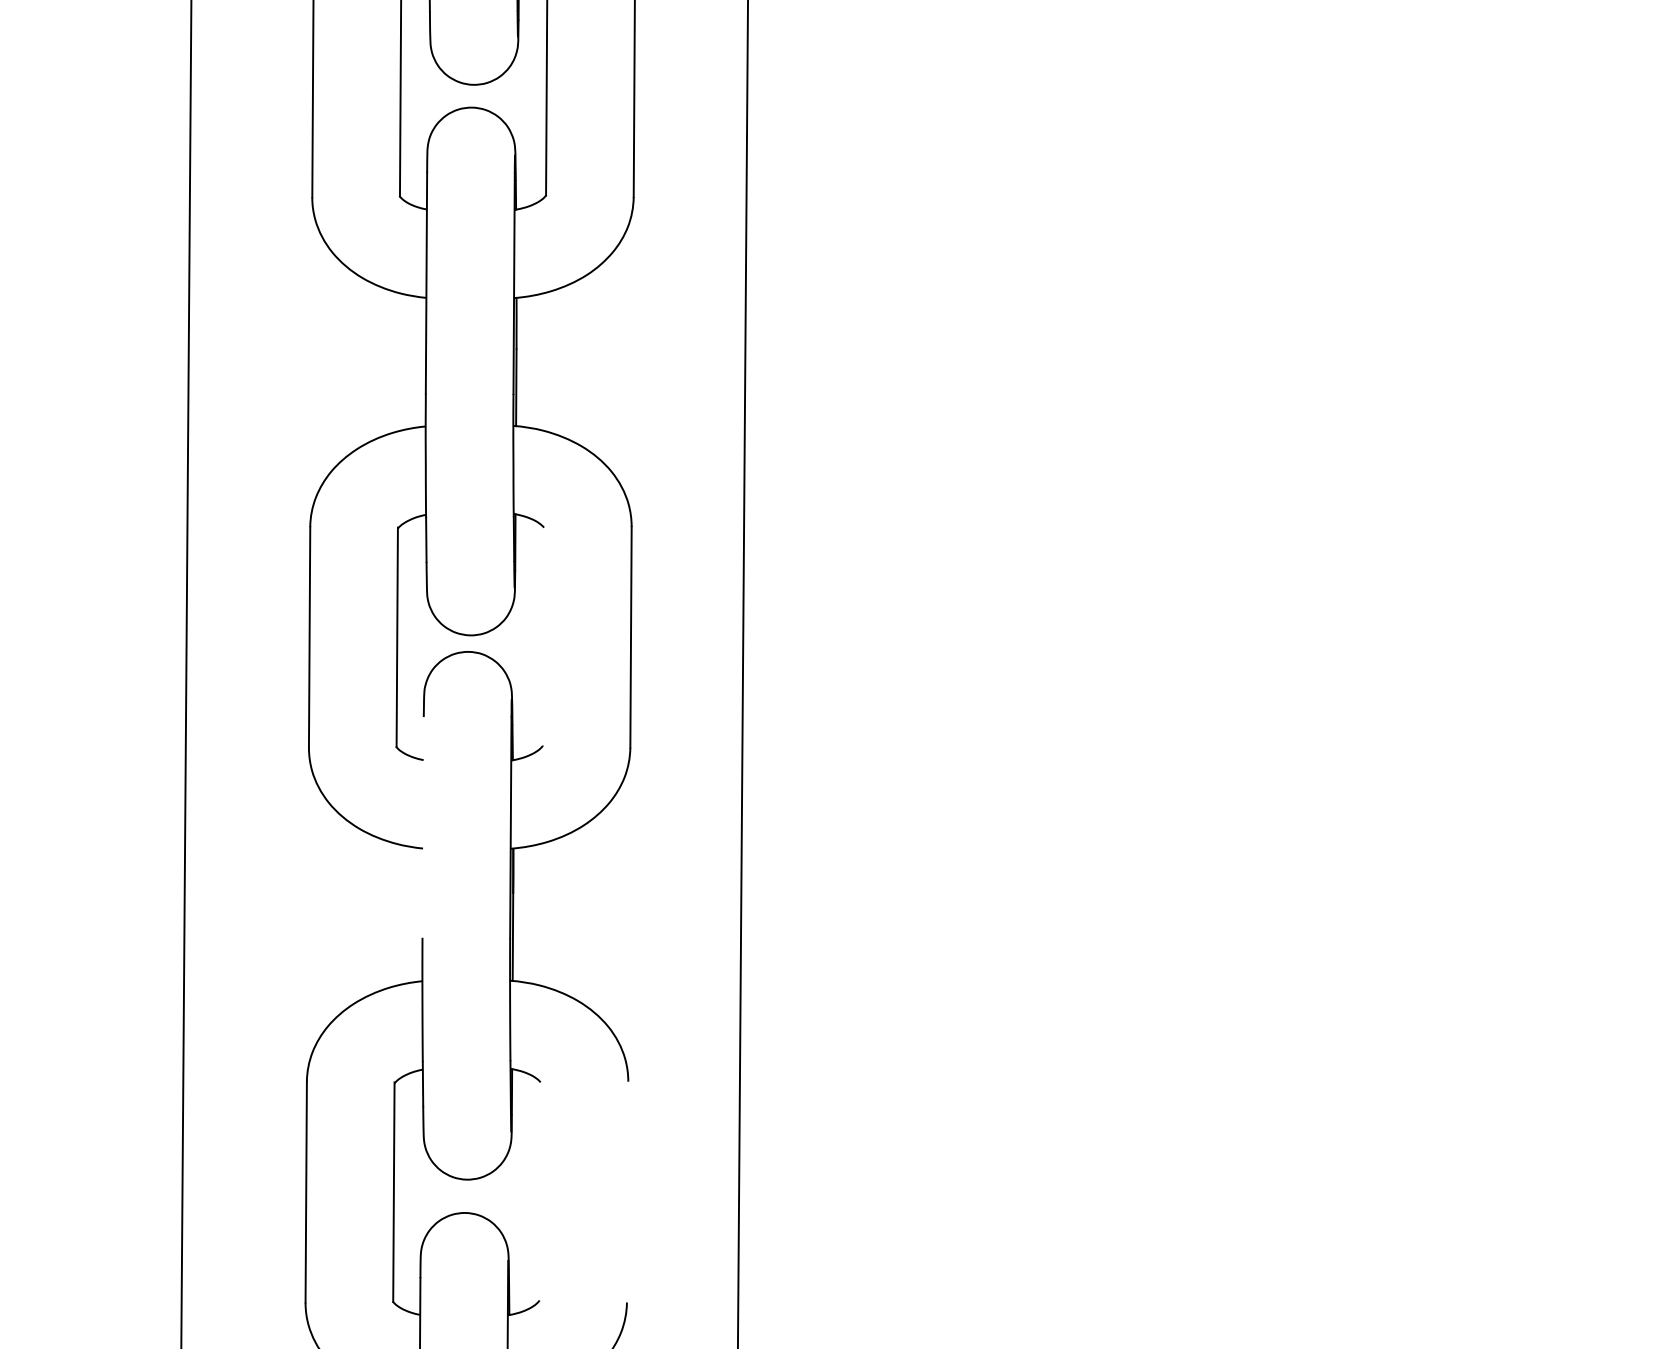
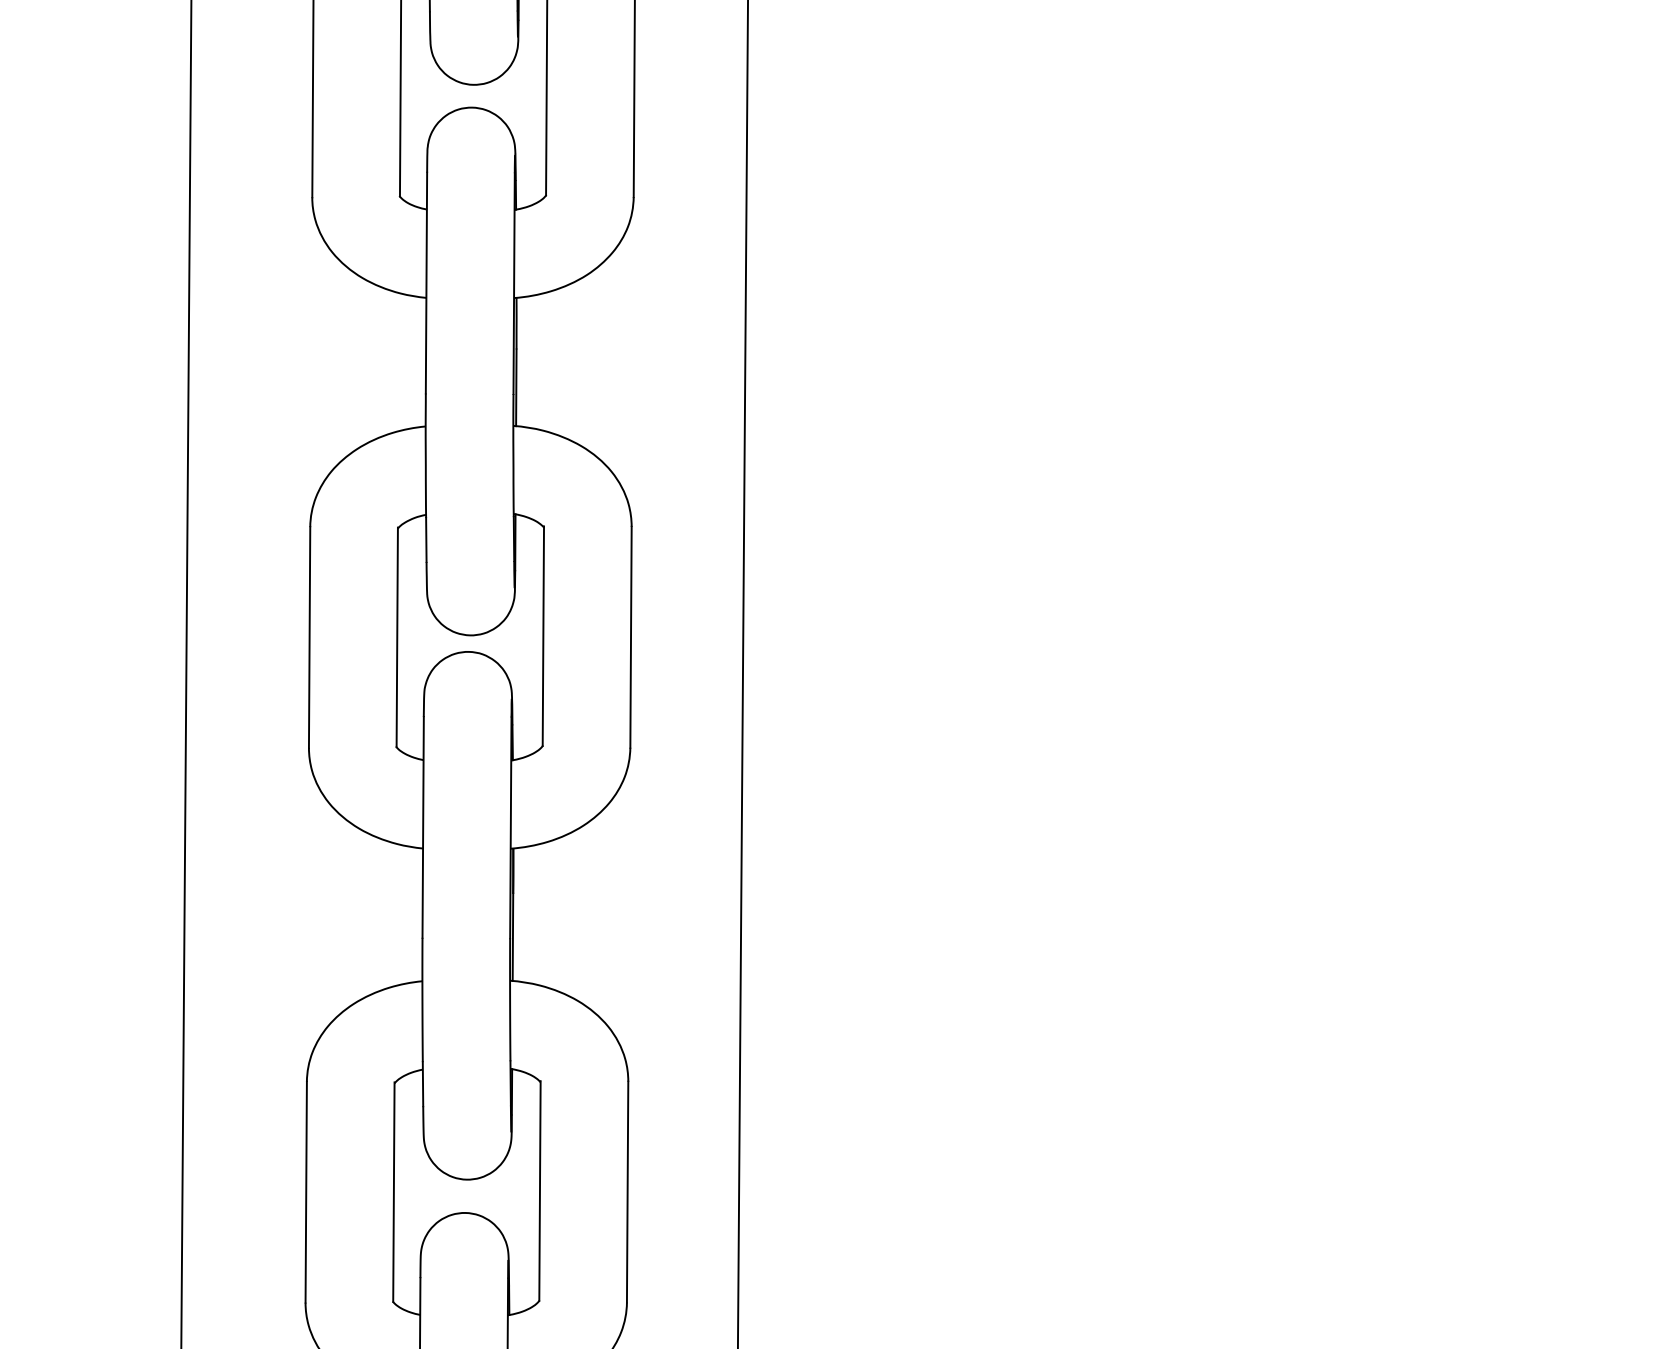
line at (543, 635): none -> present
line at (422, 827): none -> present
line at (539, 1190): none -> present
line at (627, 1191): none -> present
